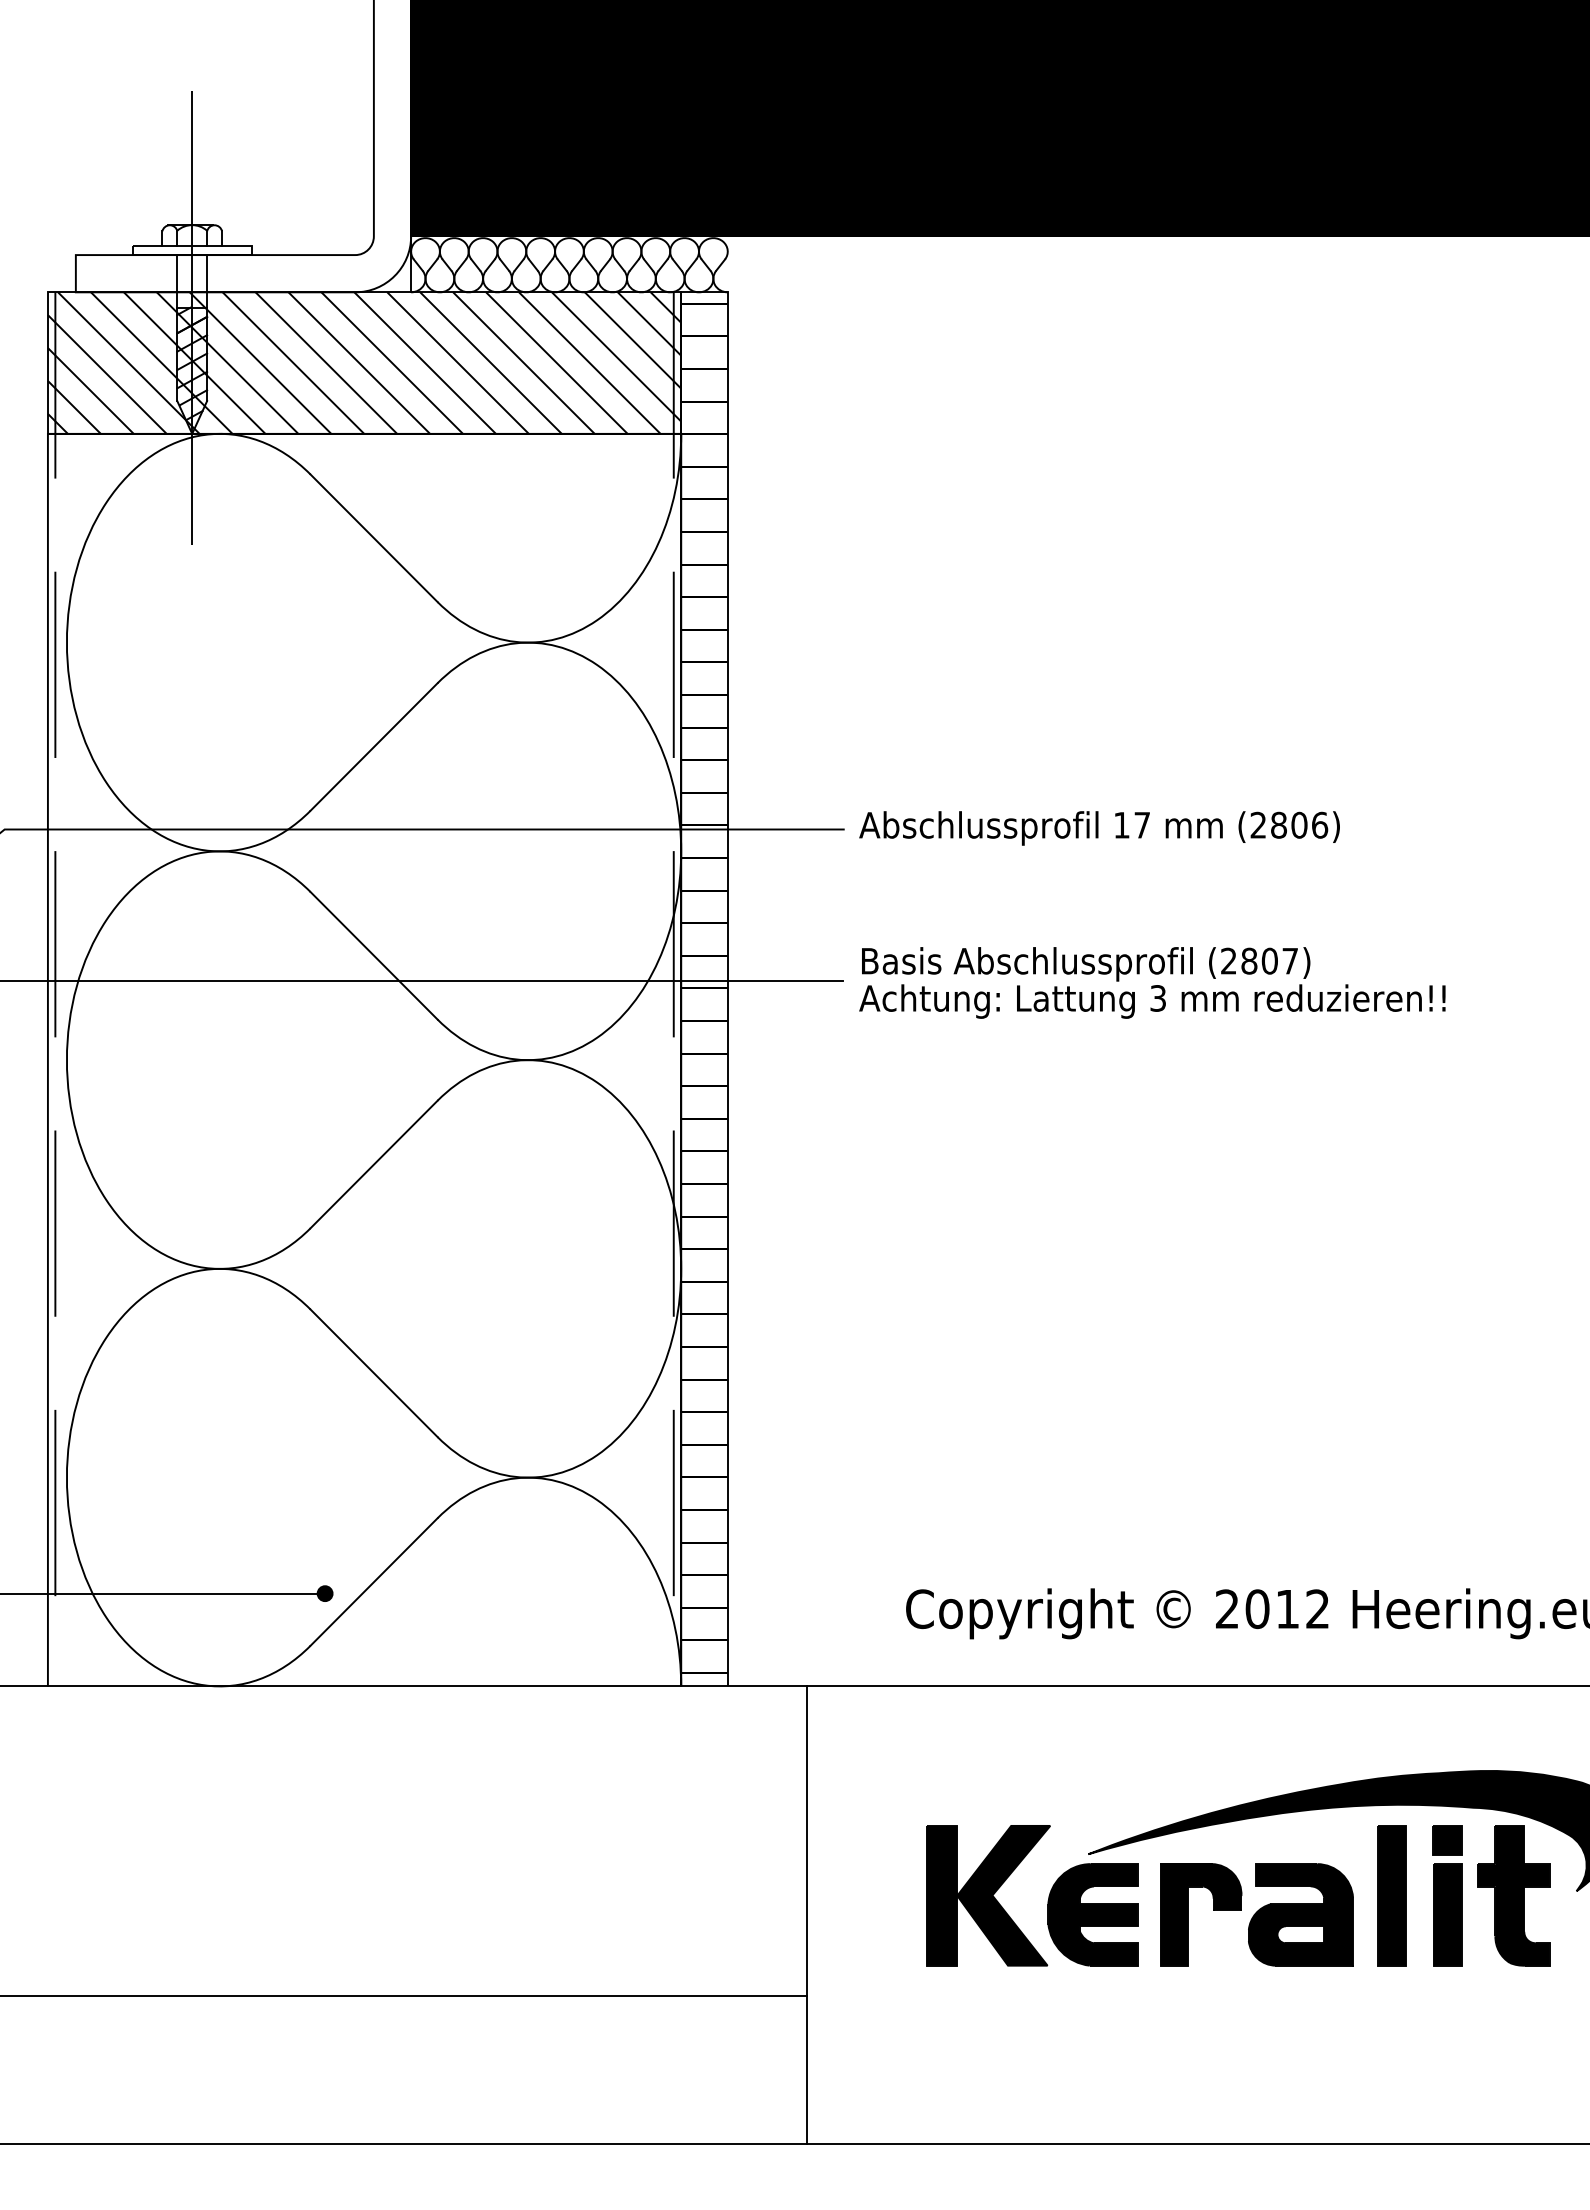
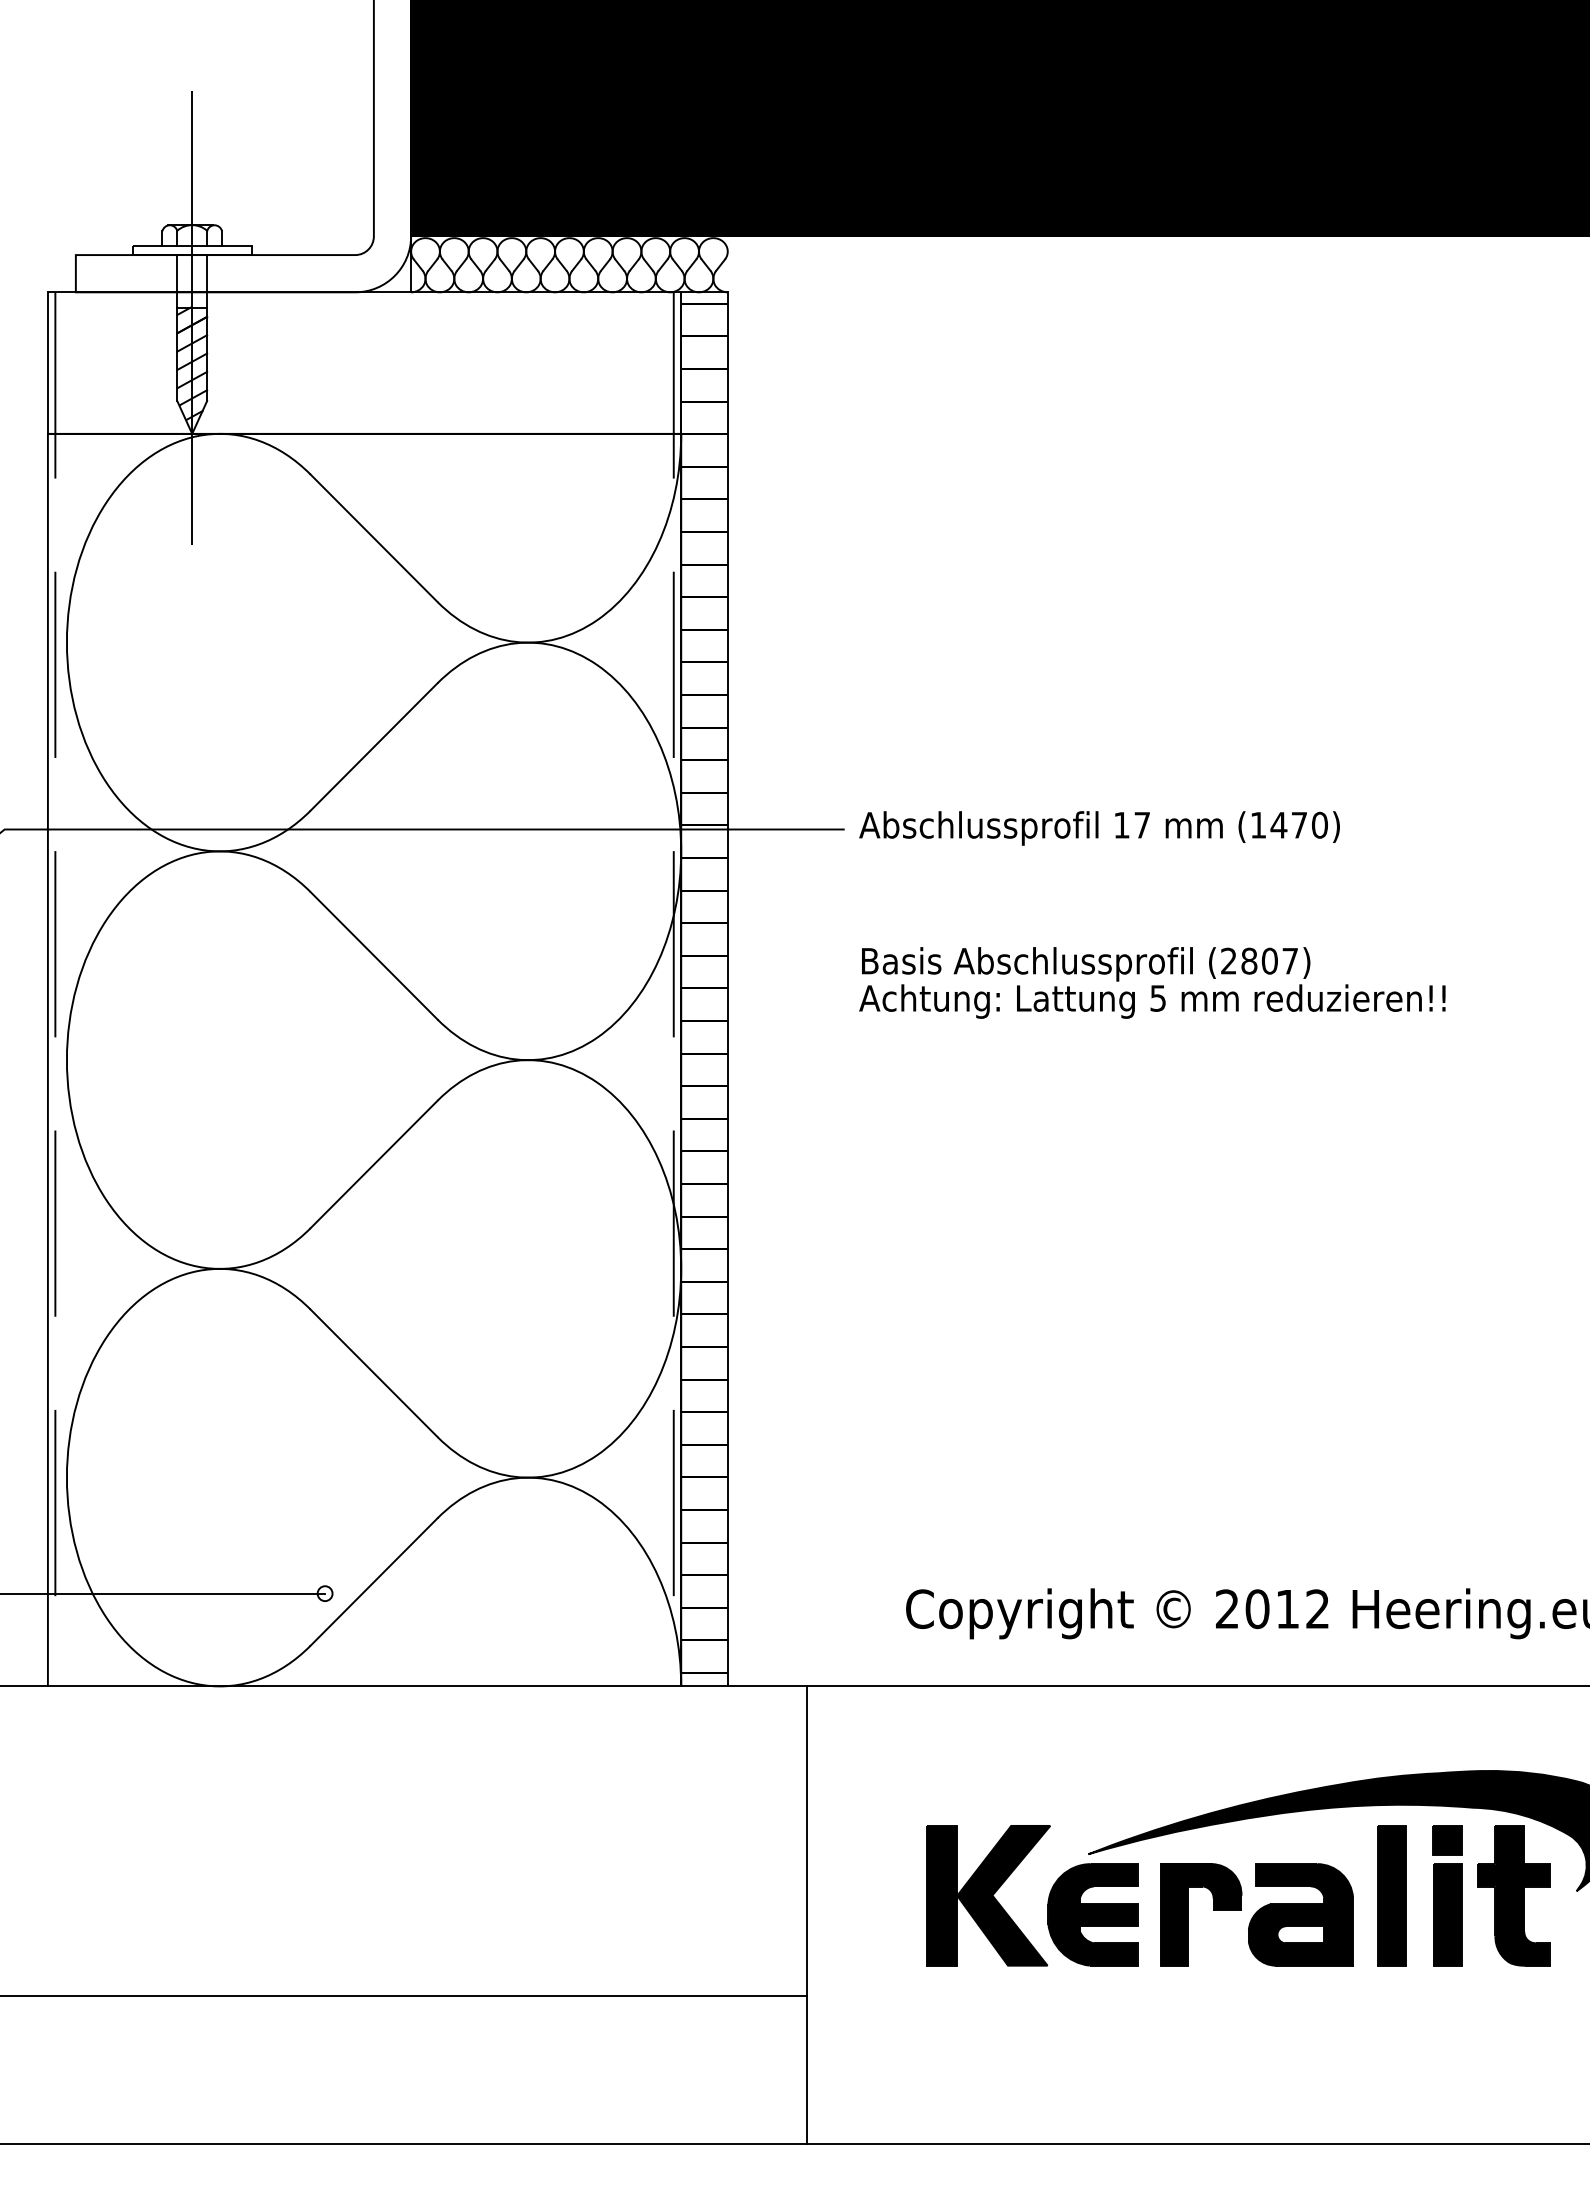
hatch at (364, 362): present -> none
text at (1289, 824): (2806) -> (1470)
line at (422, 981): present -> none
text at (1158, 998): 3 -> 5
fill at (324, 1593): present -> none
